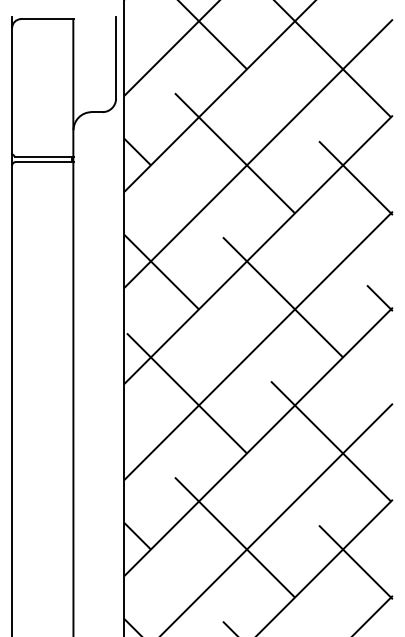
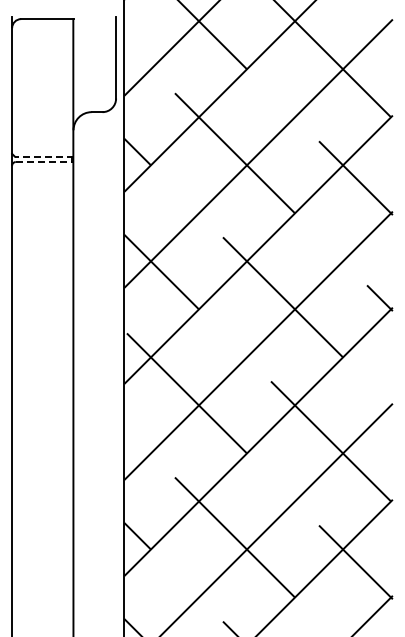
line at (43, 156): solid -> dashed
line at (44, 162): solid -> dashed
